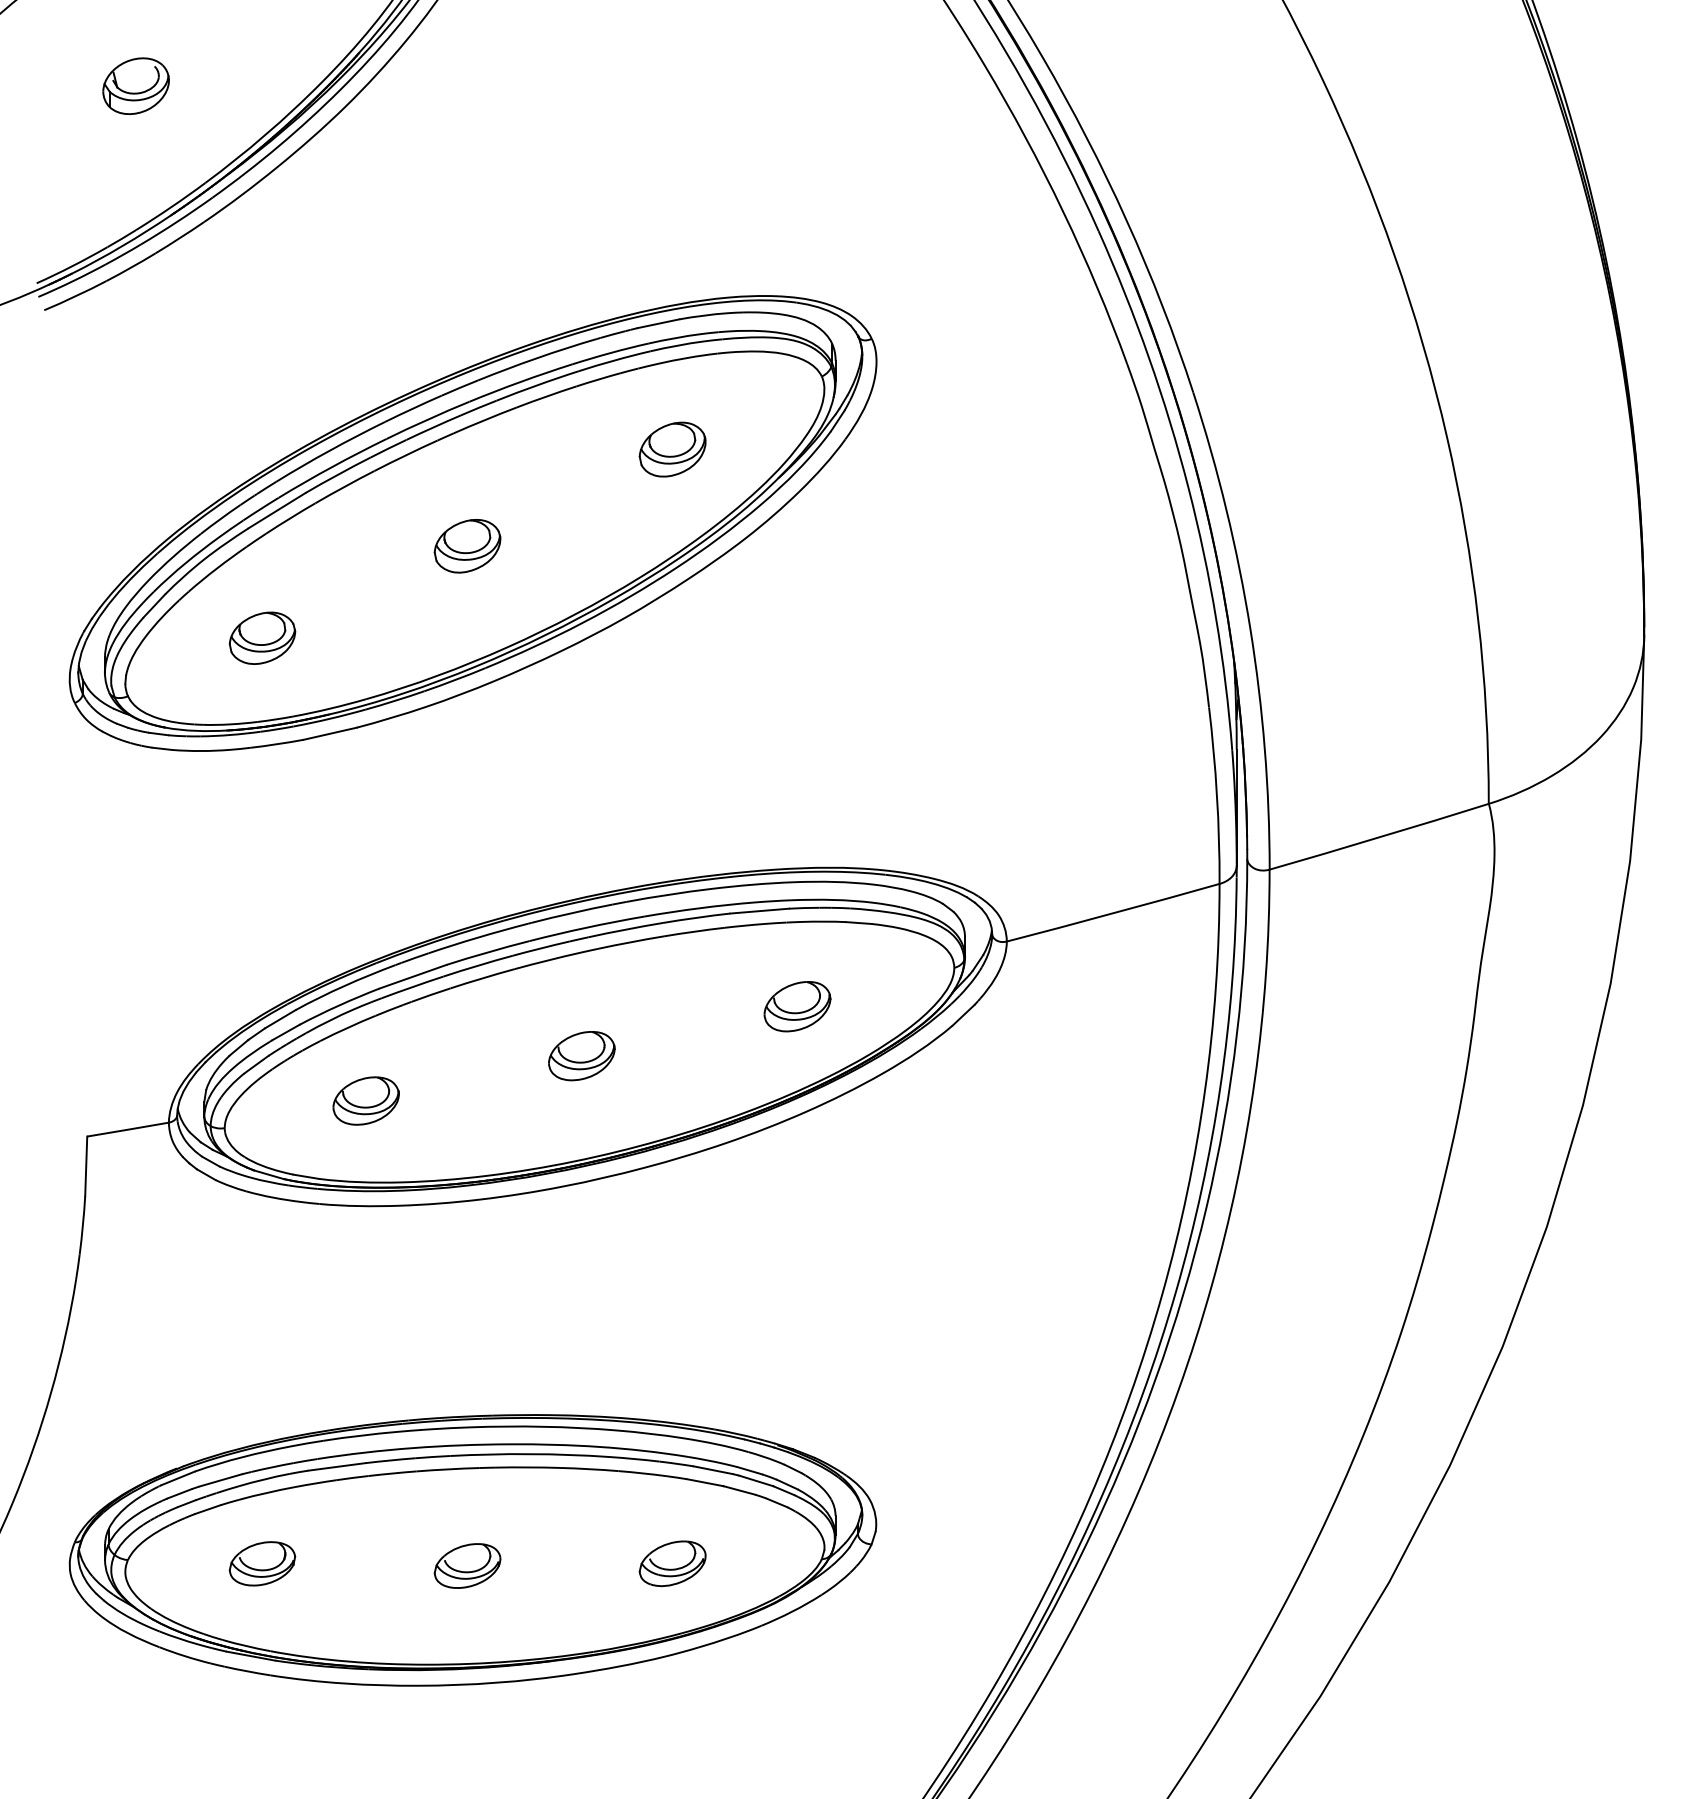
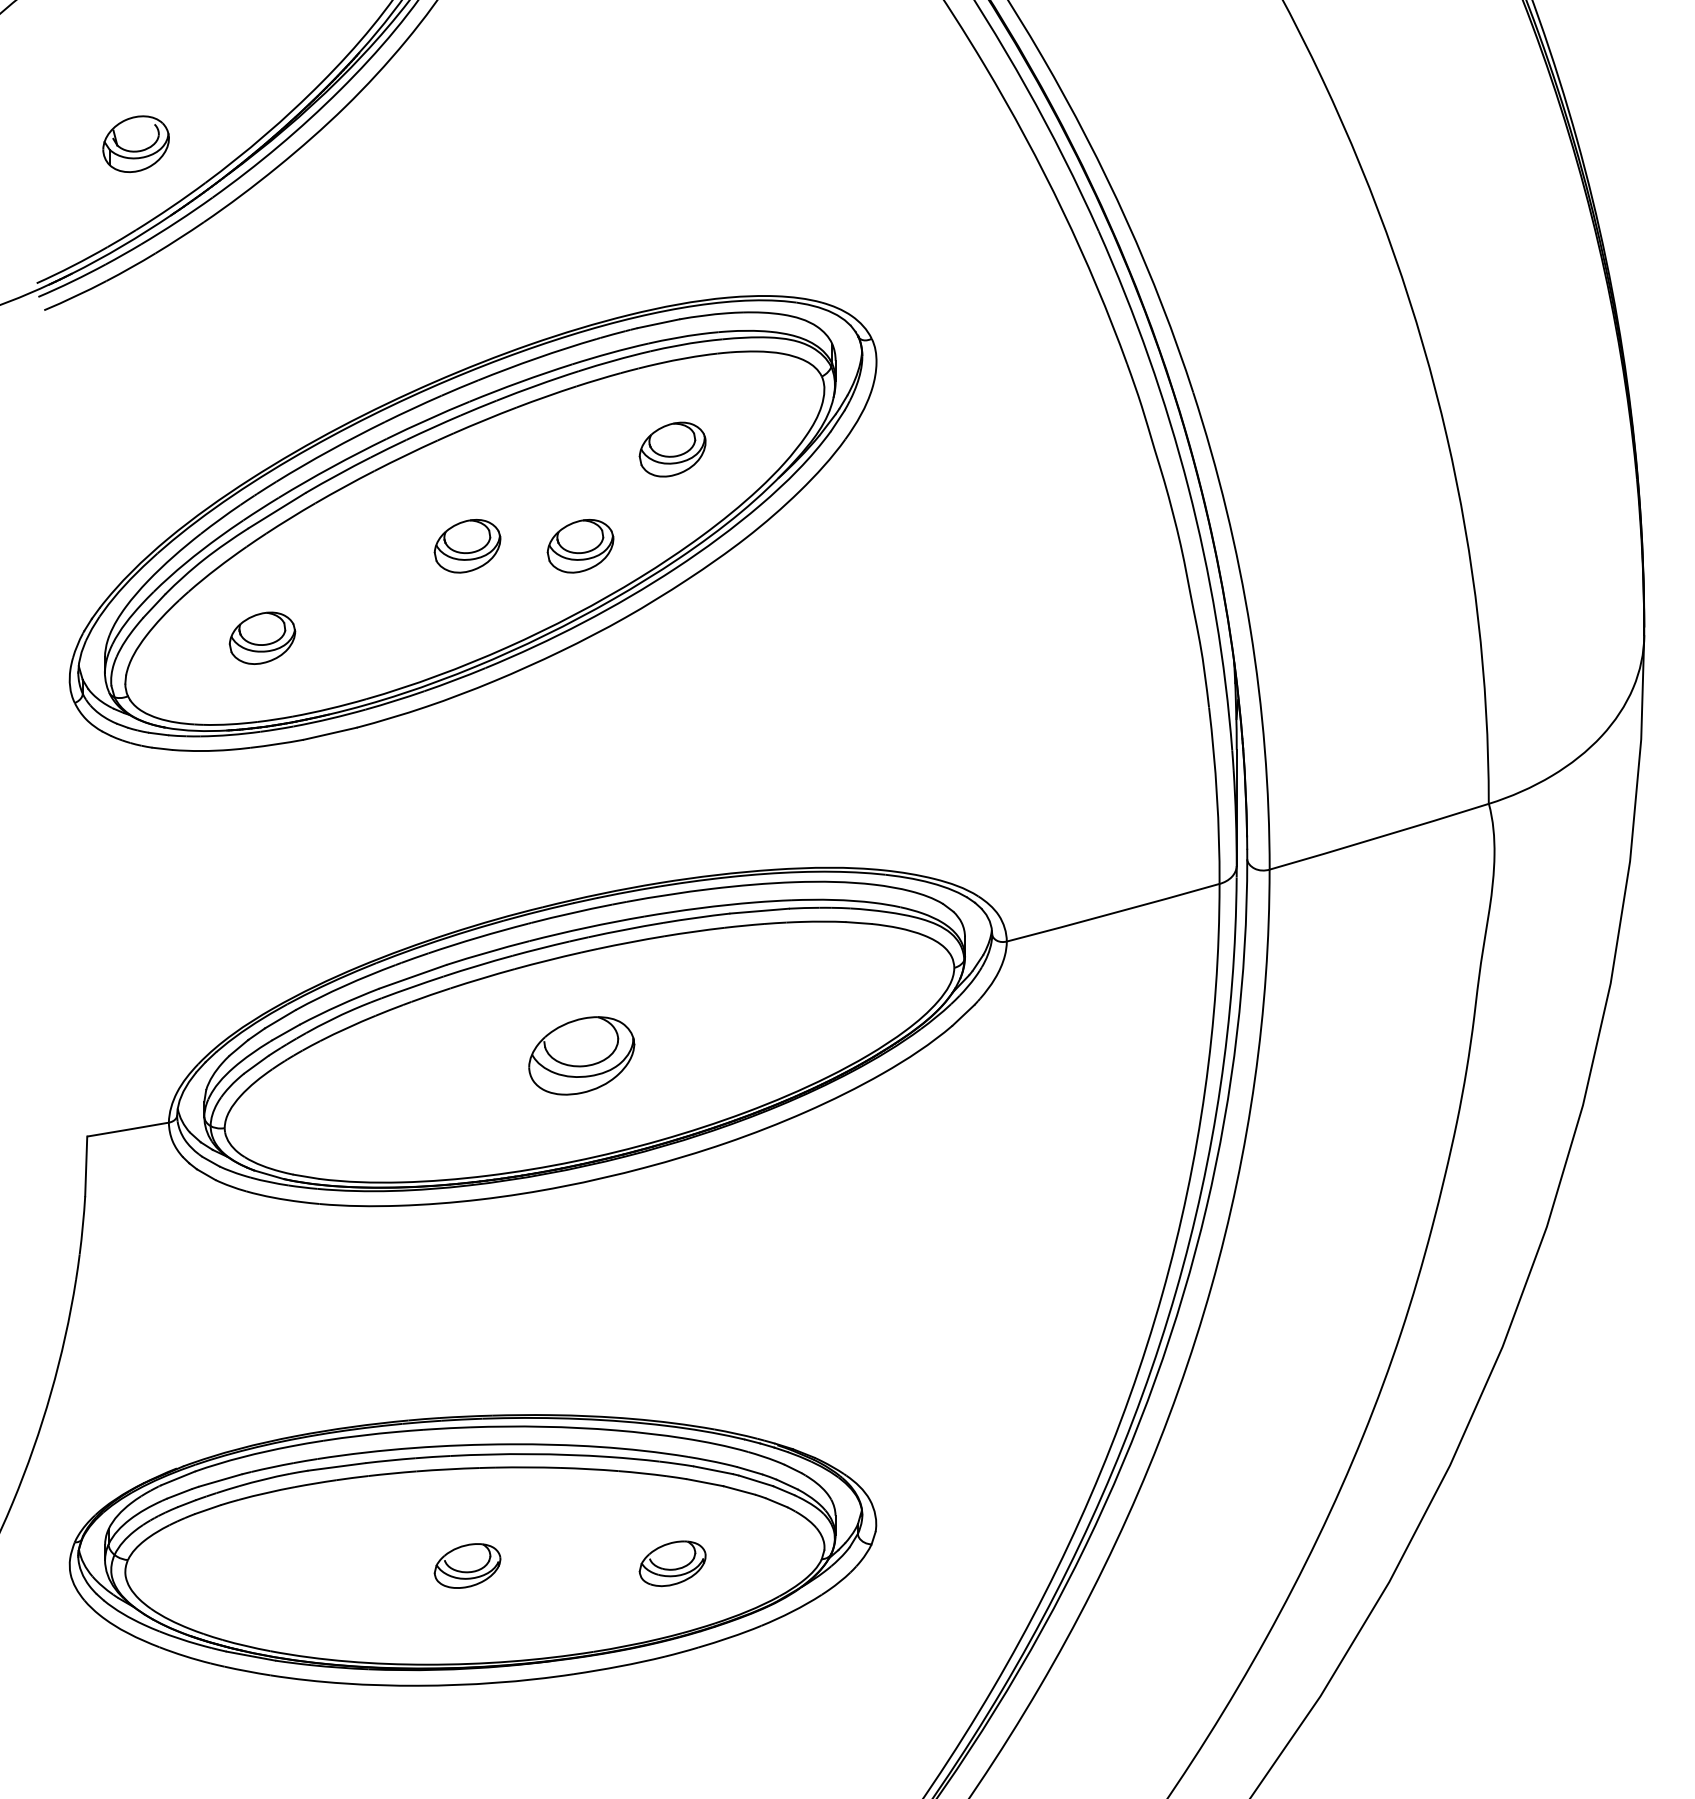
part at (135, 85) position: (135, 85) -> (135, 143)
part at (580, 546): none -> present
part at (797, 1006): present -> none
part at (581, 1056) size: 68x51 px -> 108x80 px
part at (365, 1100): present -> none
part at (262, 1563): present -> none
